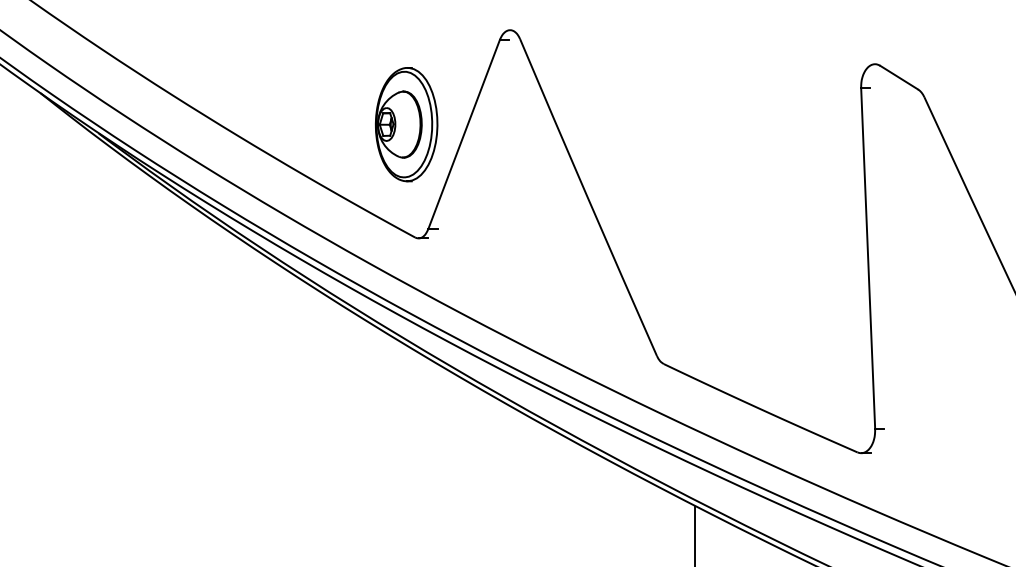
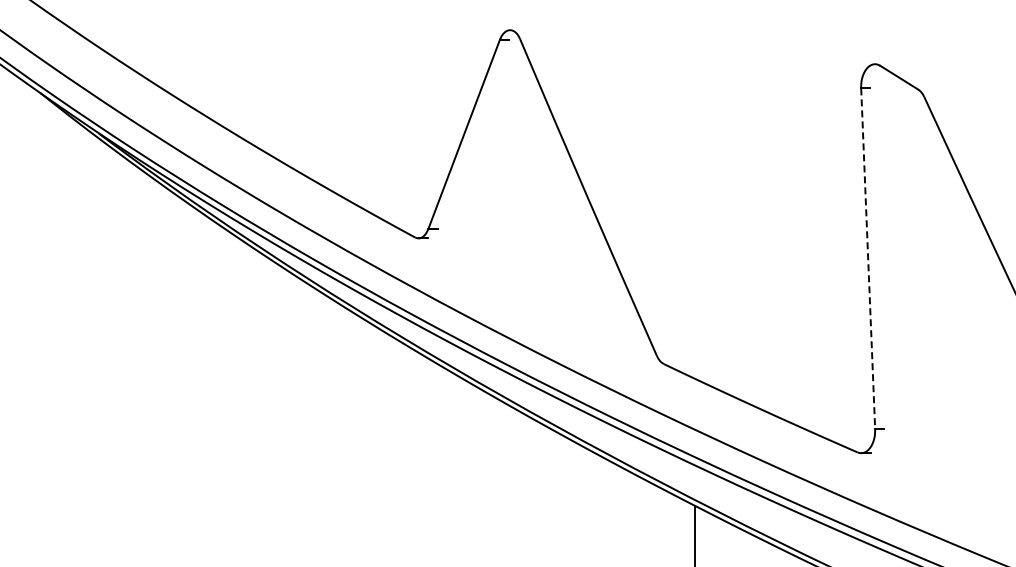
part at (406, 124): present -> none
line at (868, 259): solid -> dashed
